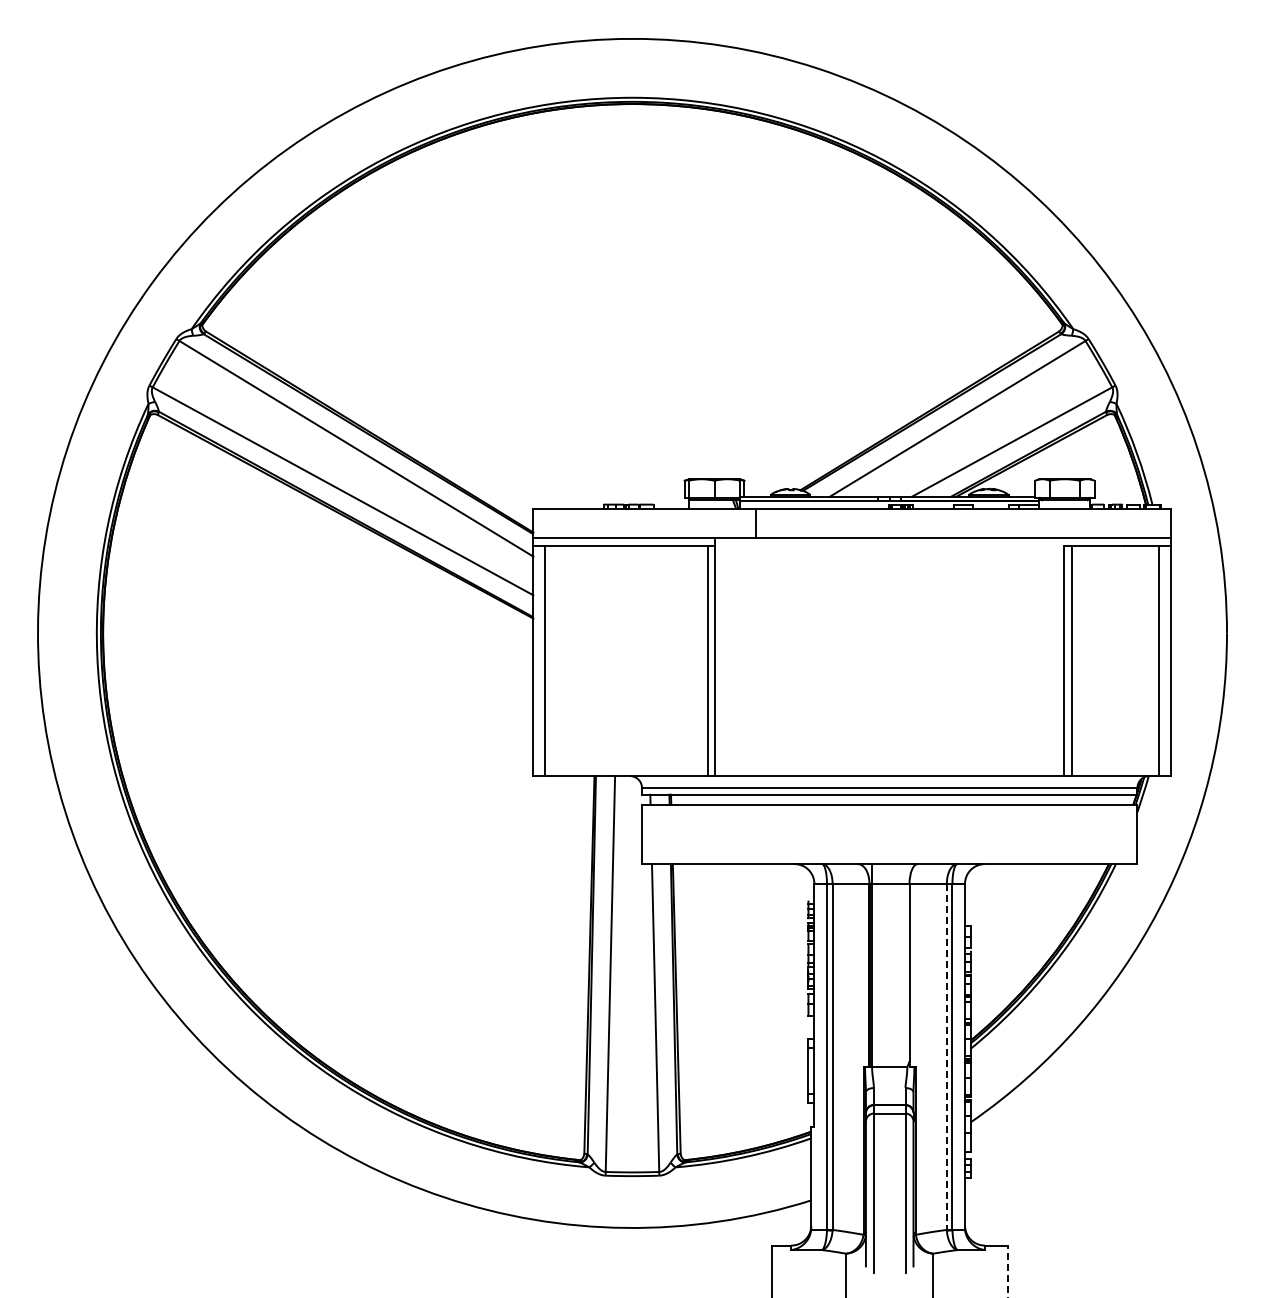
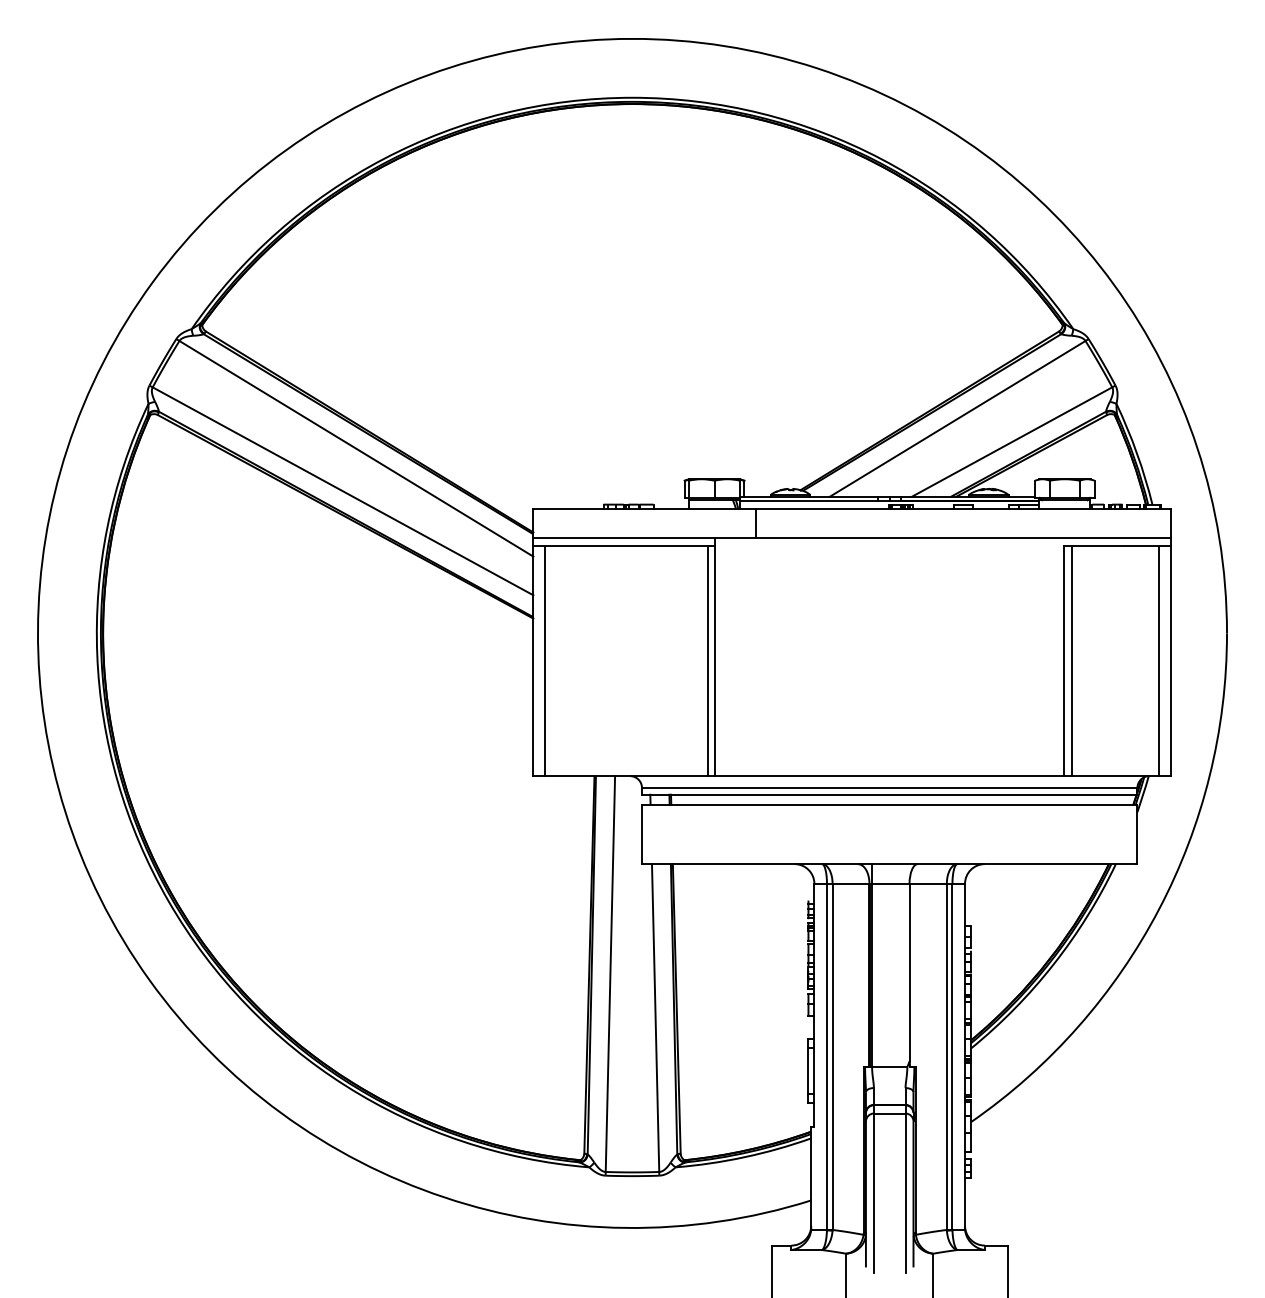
line at (946, 1057): dashed -> solid
line at (1007, 1271): dashed -> solid
